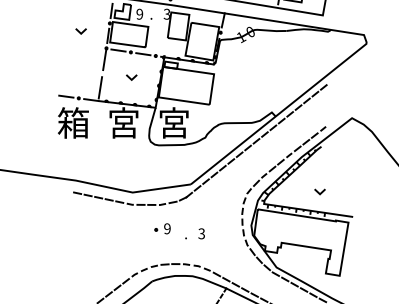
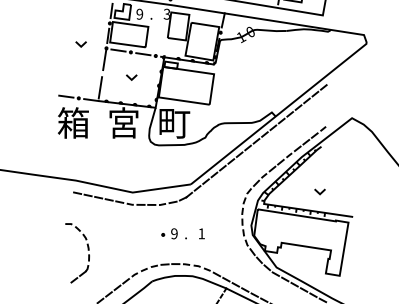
line at (80, 31) position: (80, 31) -> (80, 44)
text at (174, 122): 宮 -> 町
part at (162, 228) position: (162, 228) -> (169, 233)
text at (201, 233): 3 -> 1
part at (87, 250): none -> present
